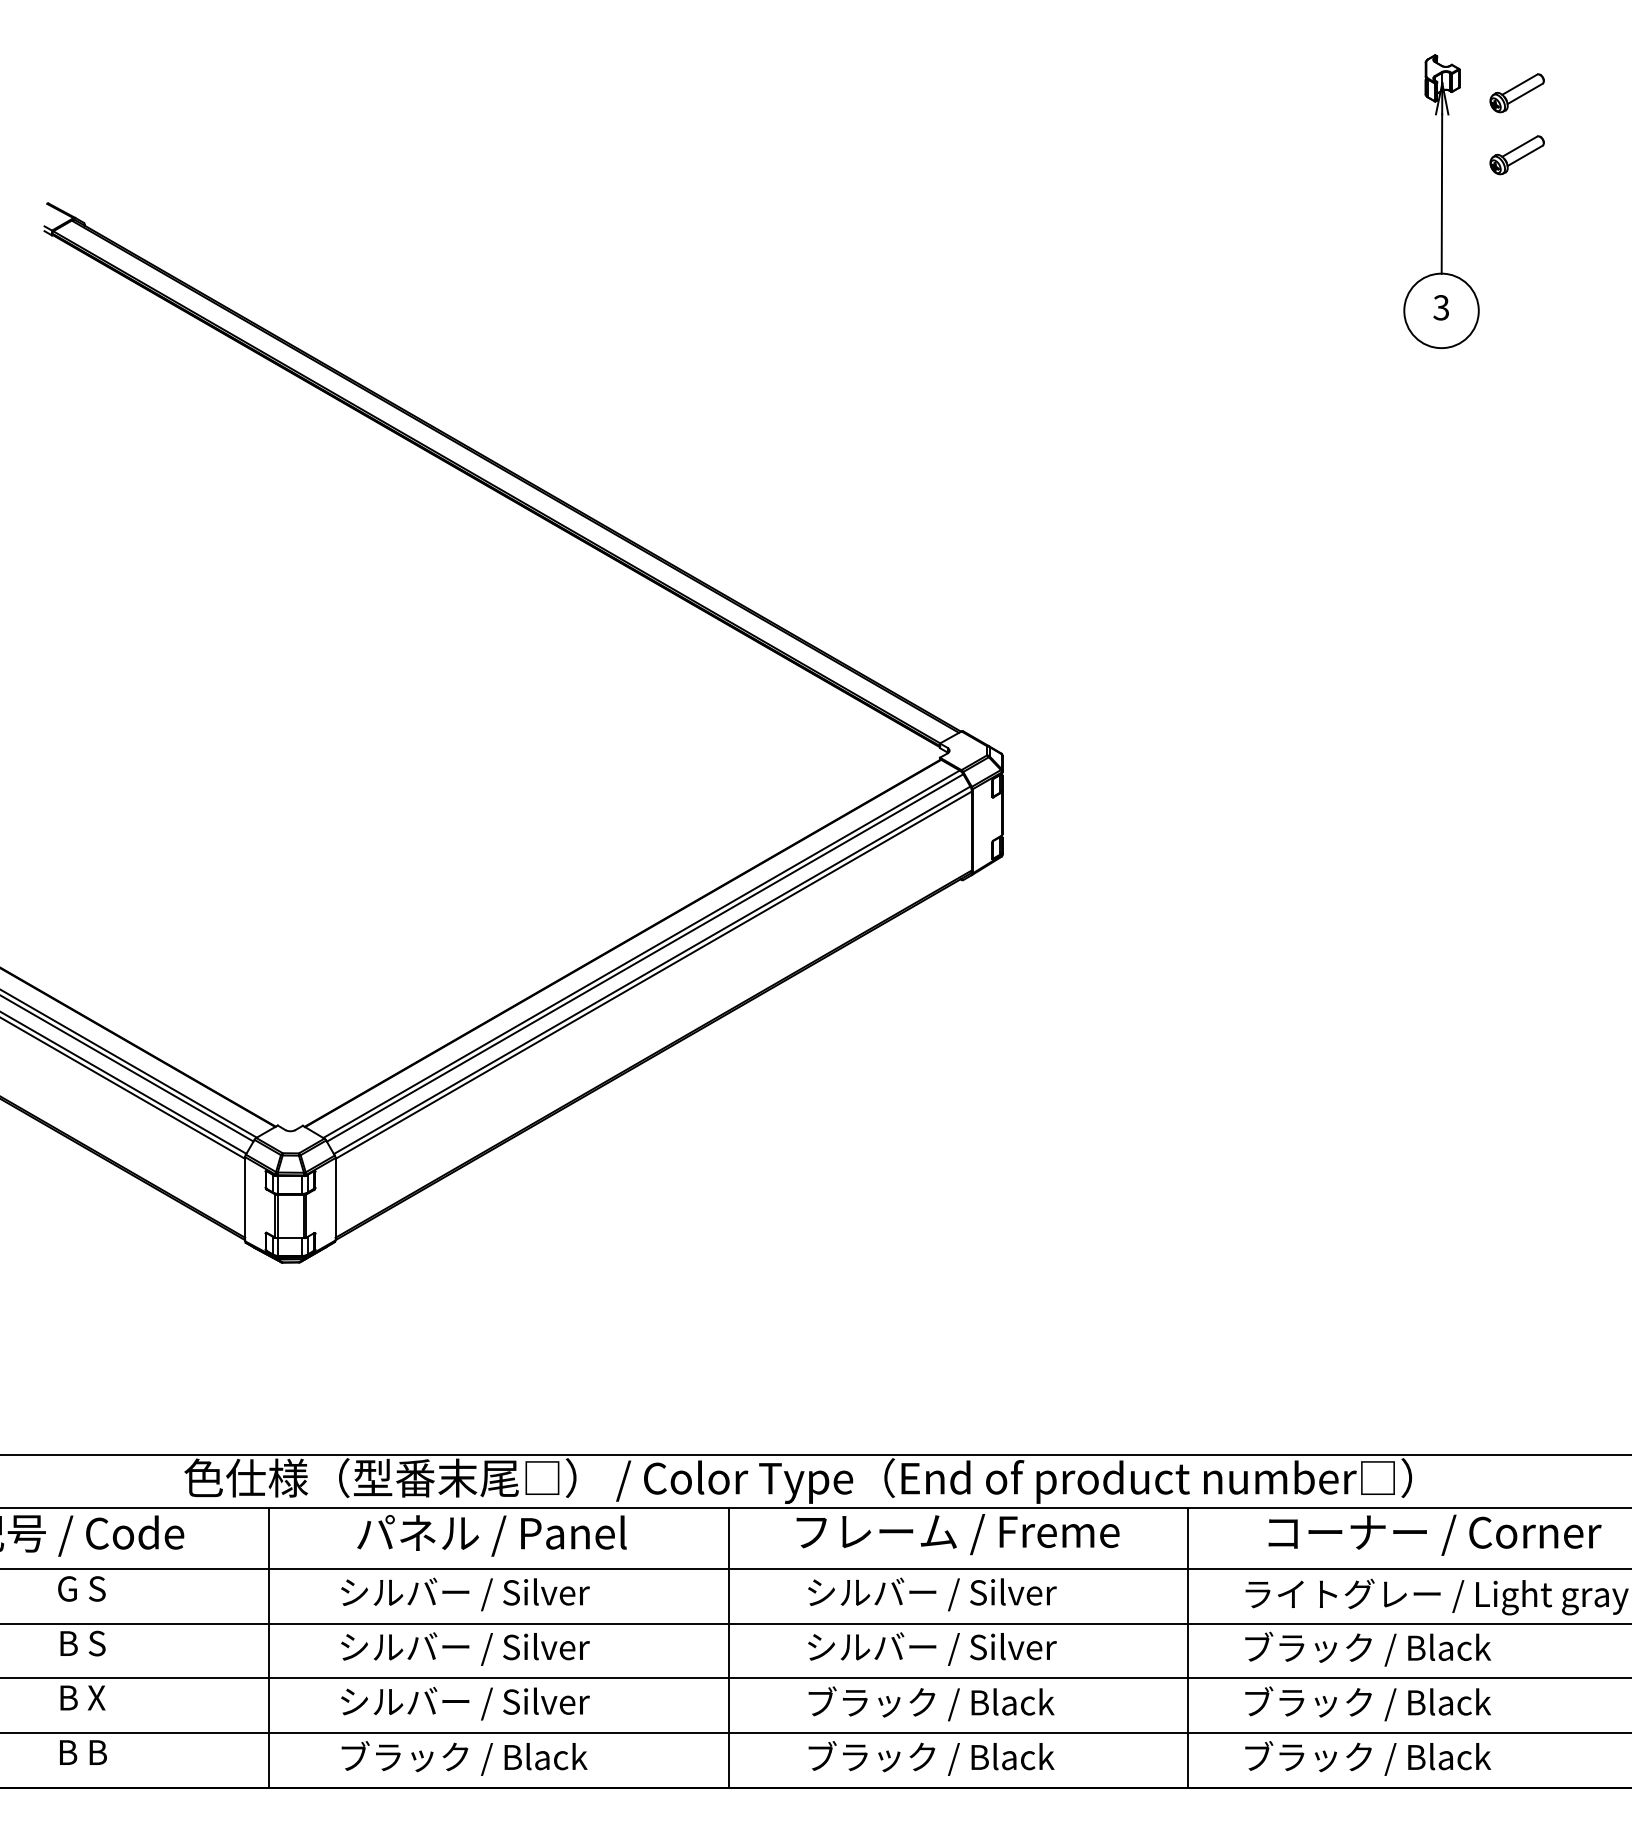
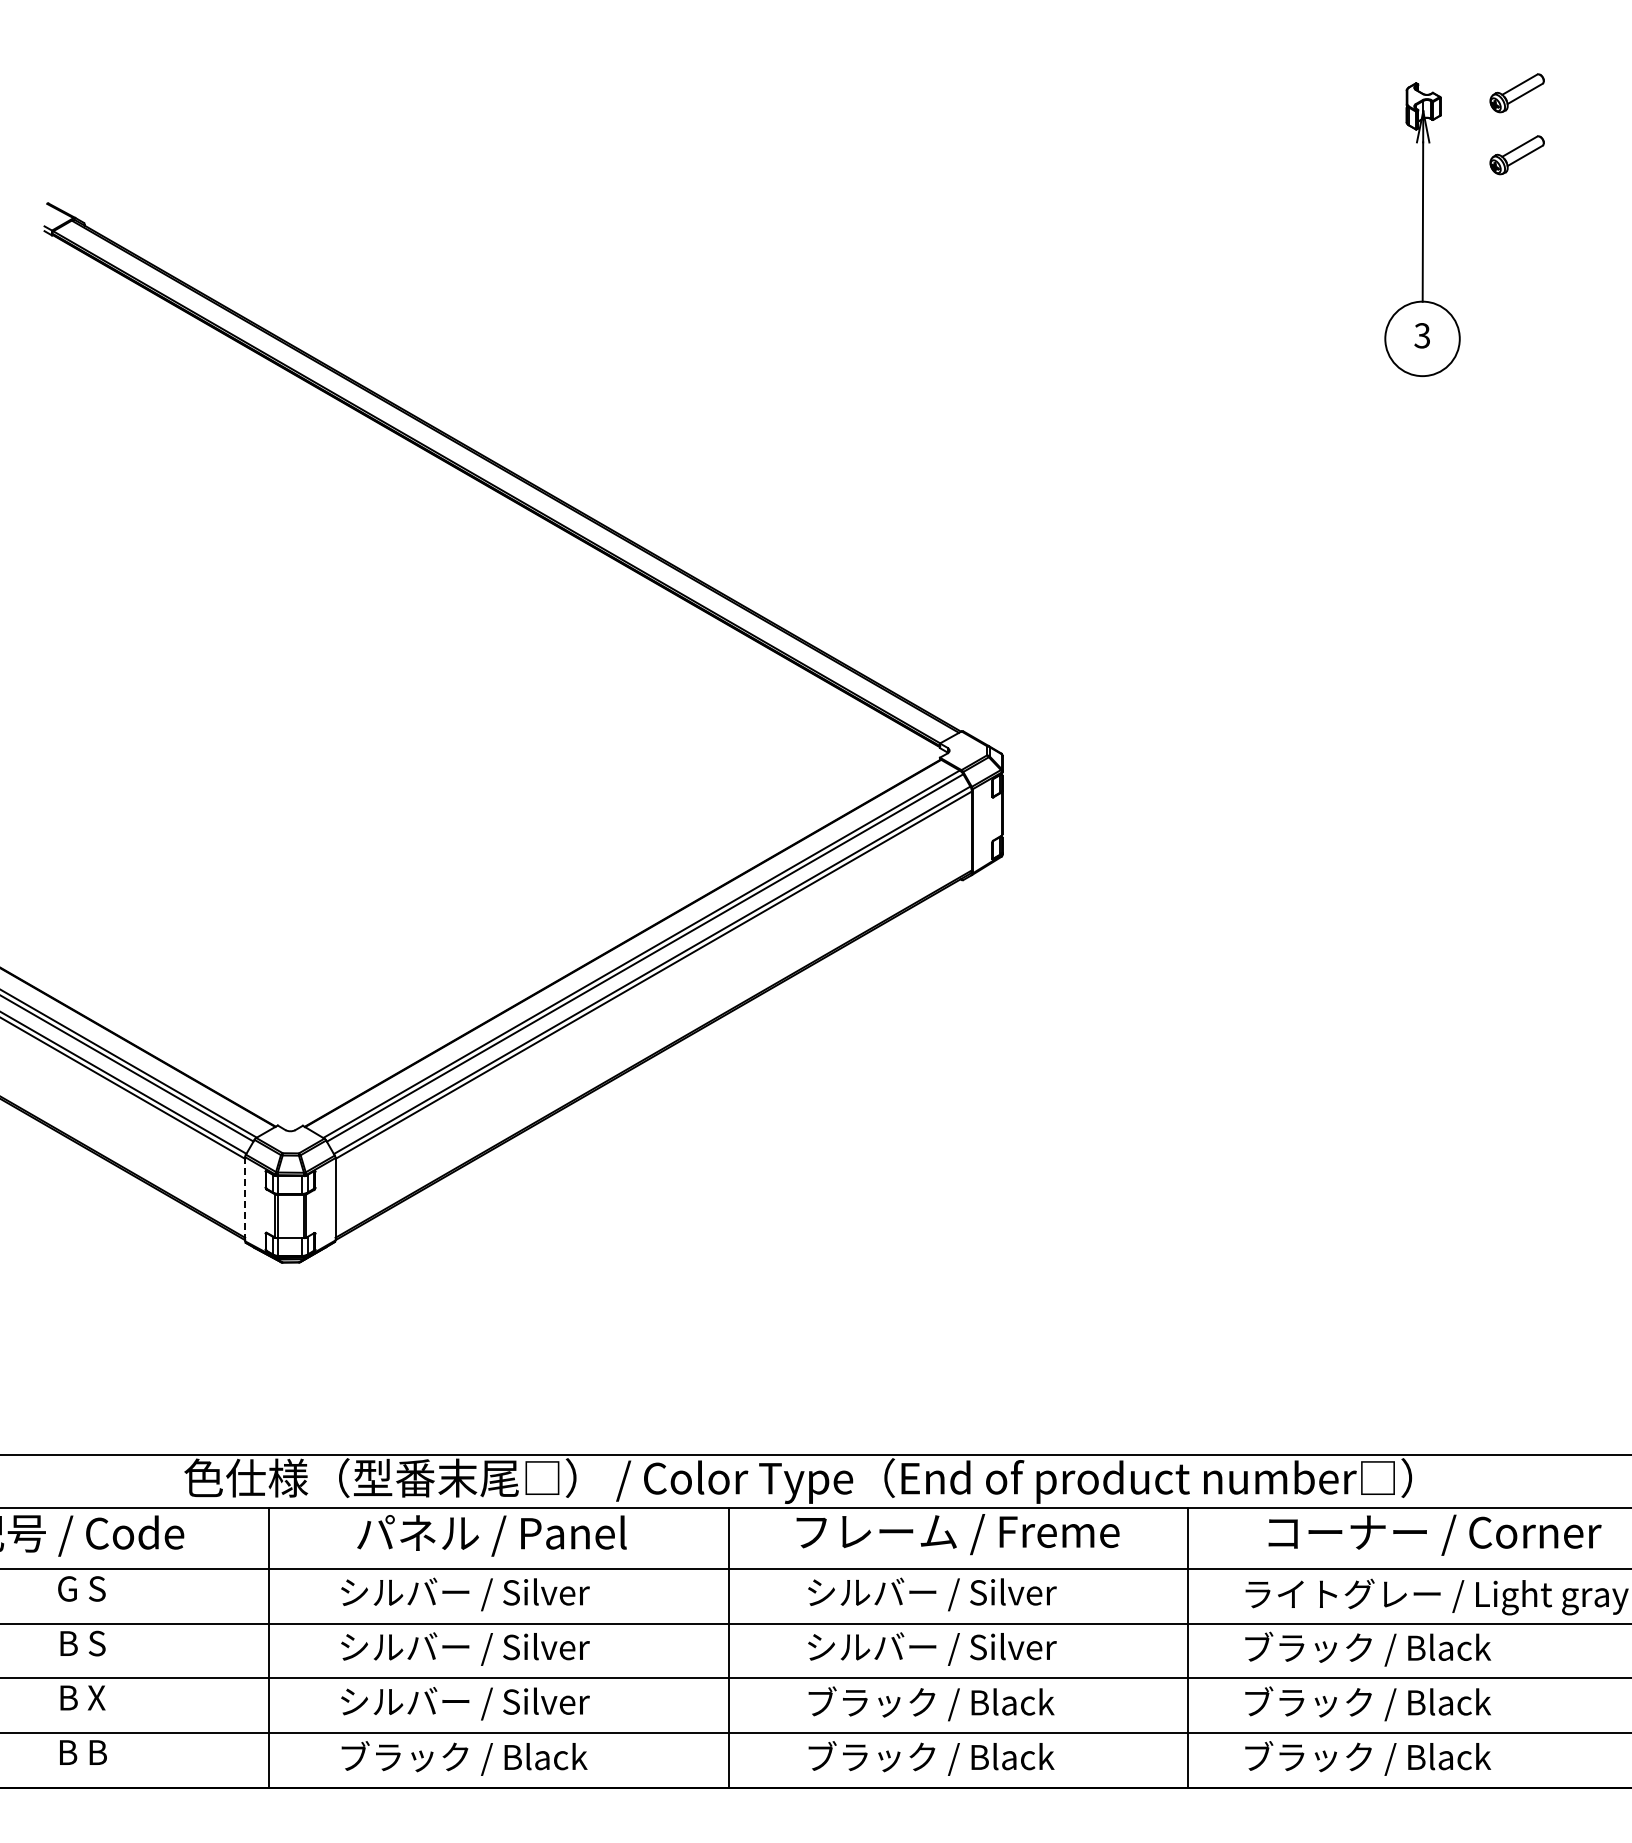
part at (1441, 201) position: (1441, 201) -> (1422, 229)
line at (245, 1198): solid -> dashed
